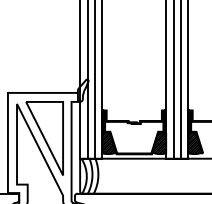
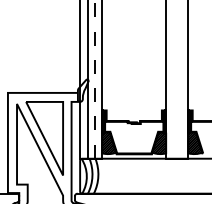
line at (94, 79): solid -> dashed
line at (173, 80): present -> none
line at (180, 80): present -> none
